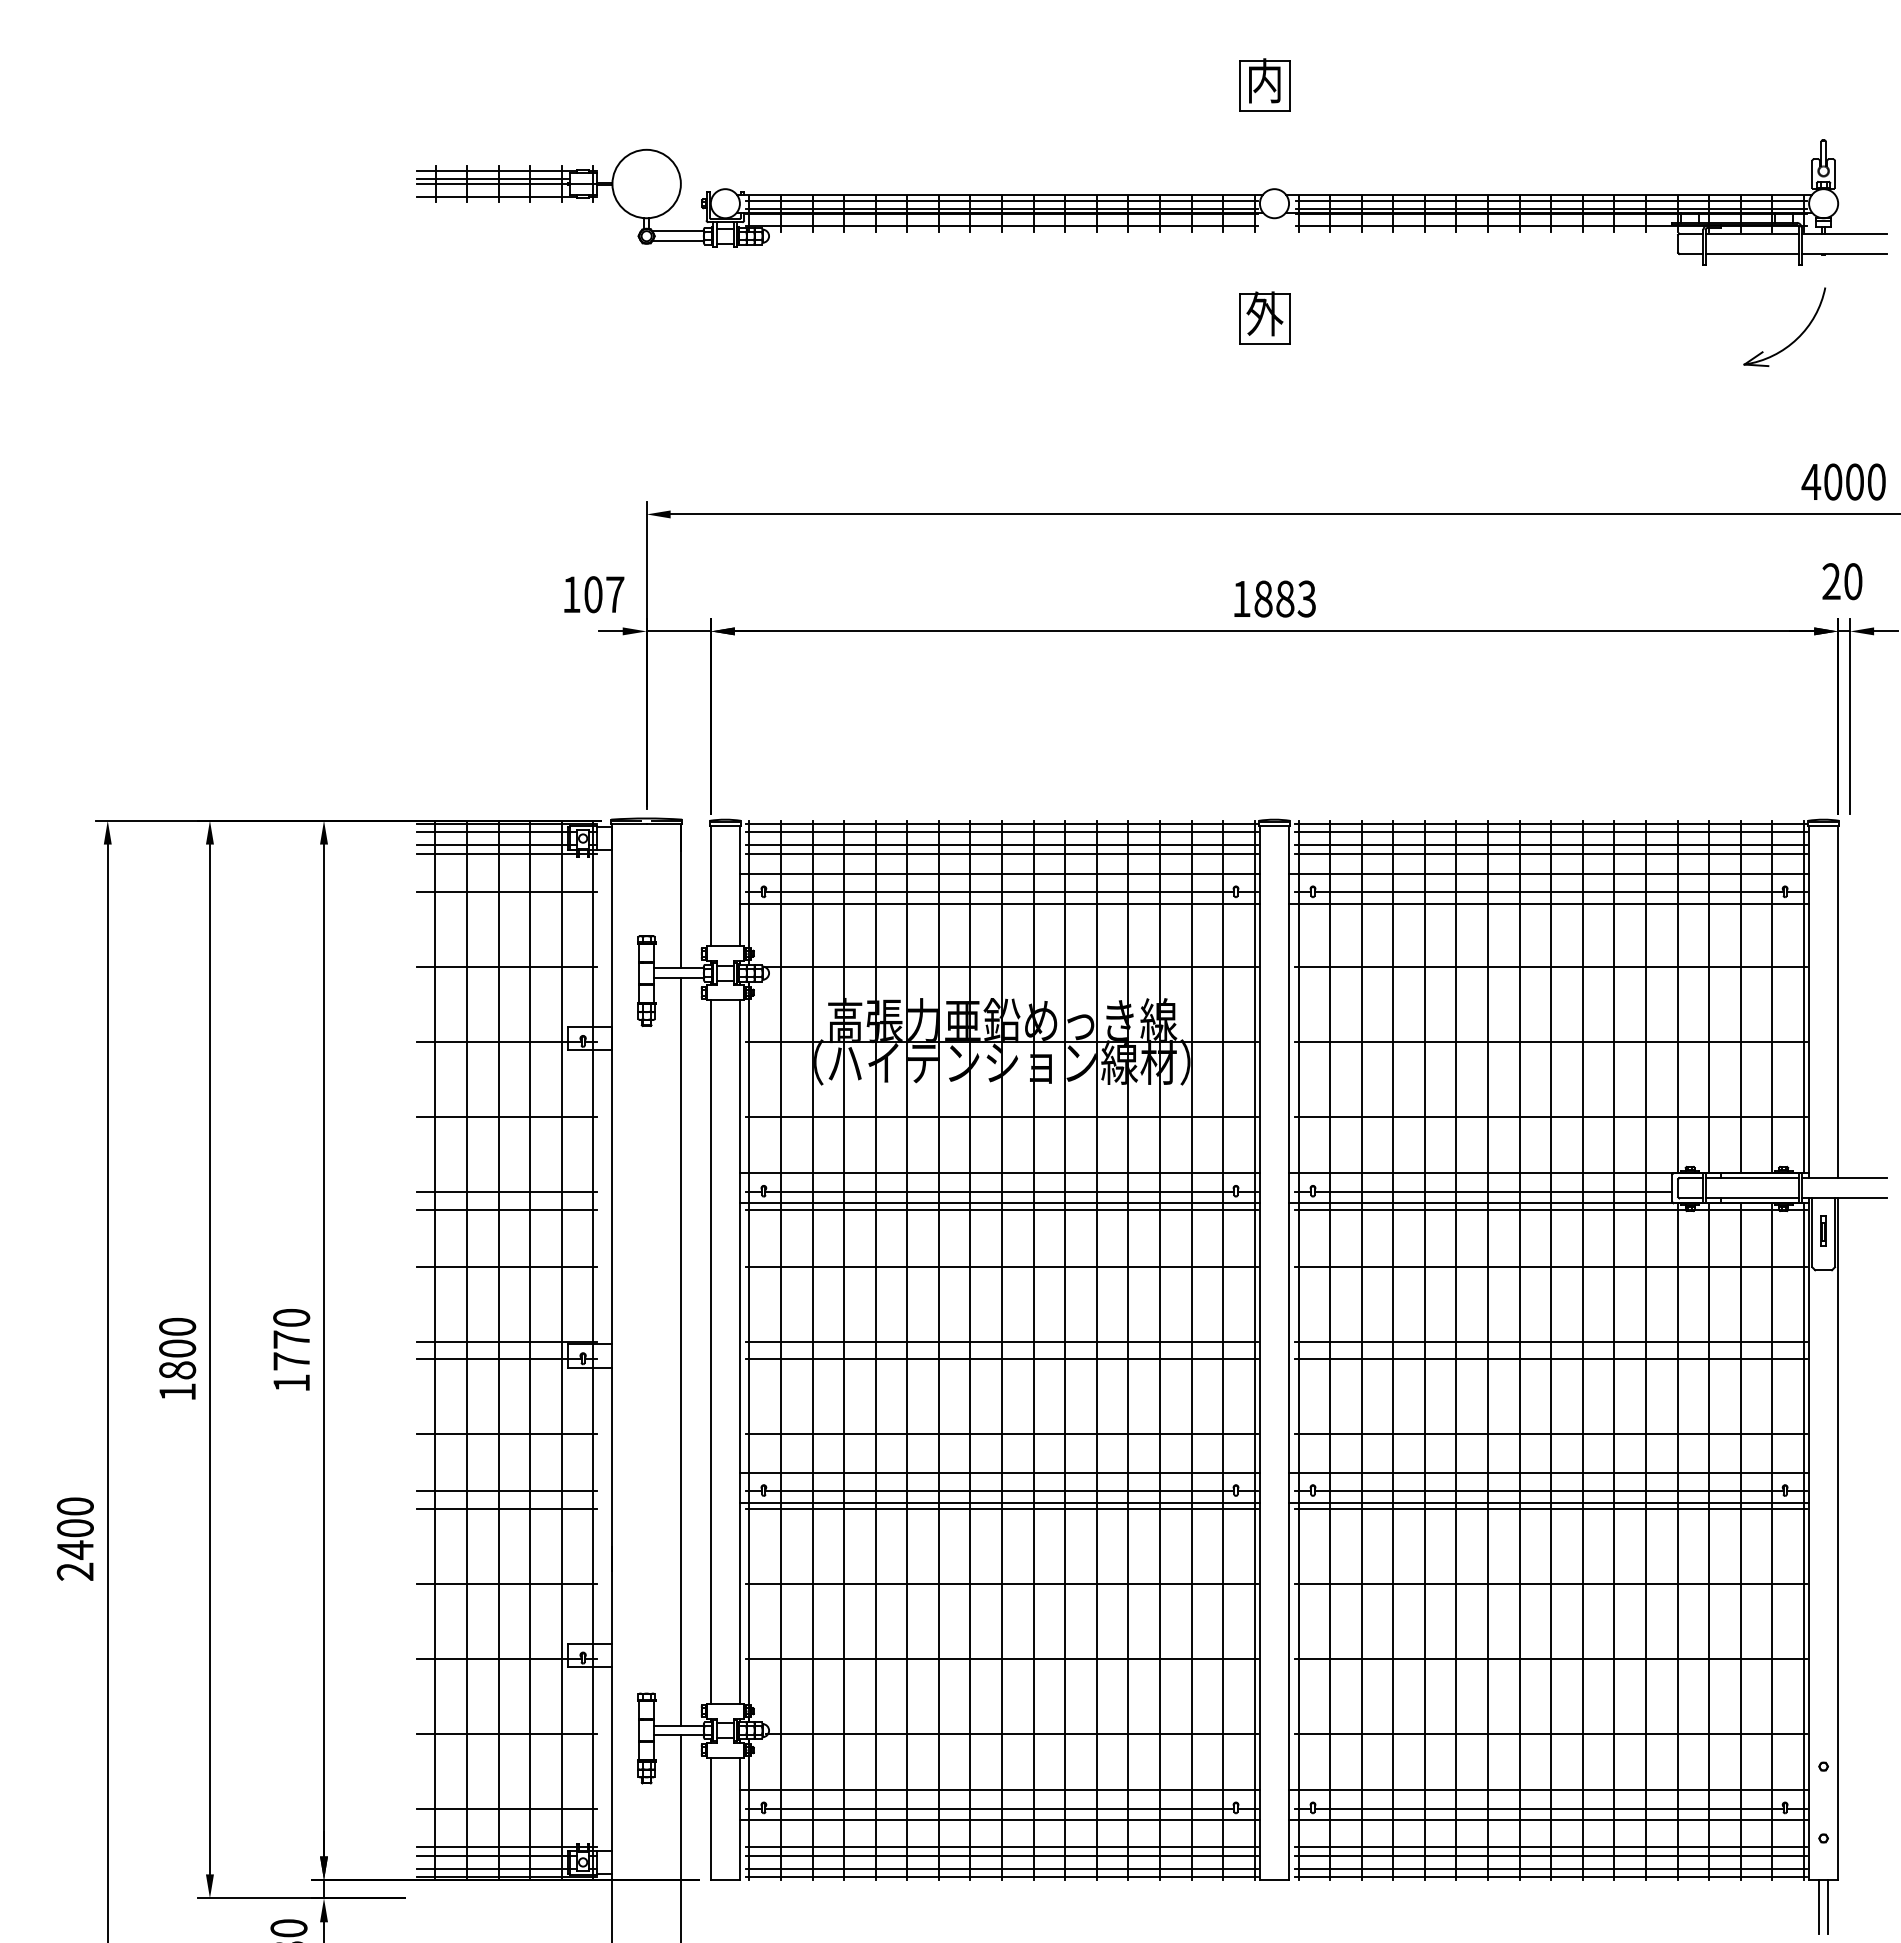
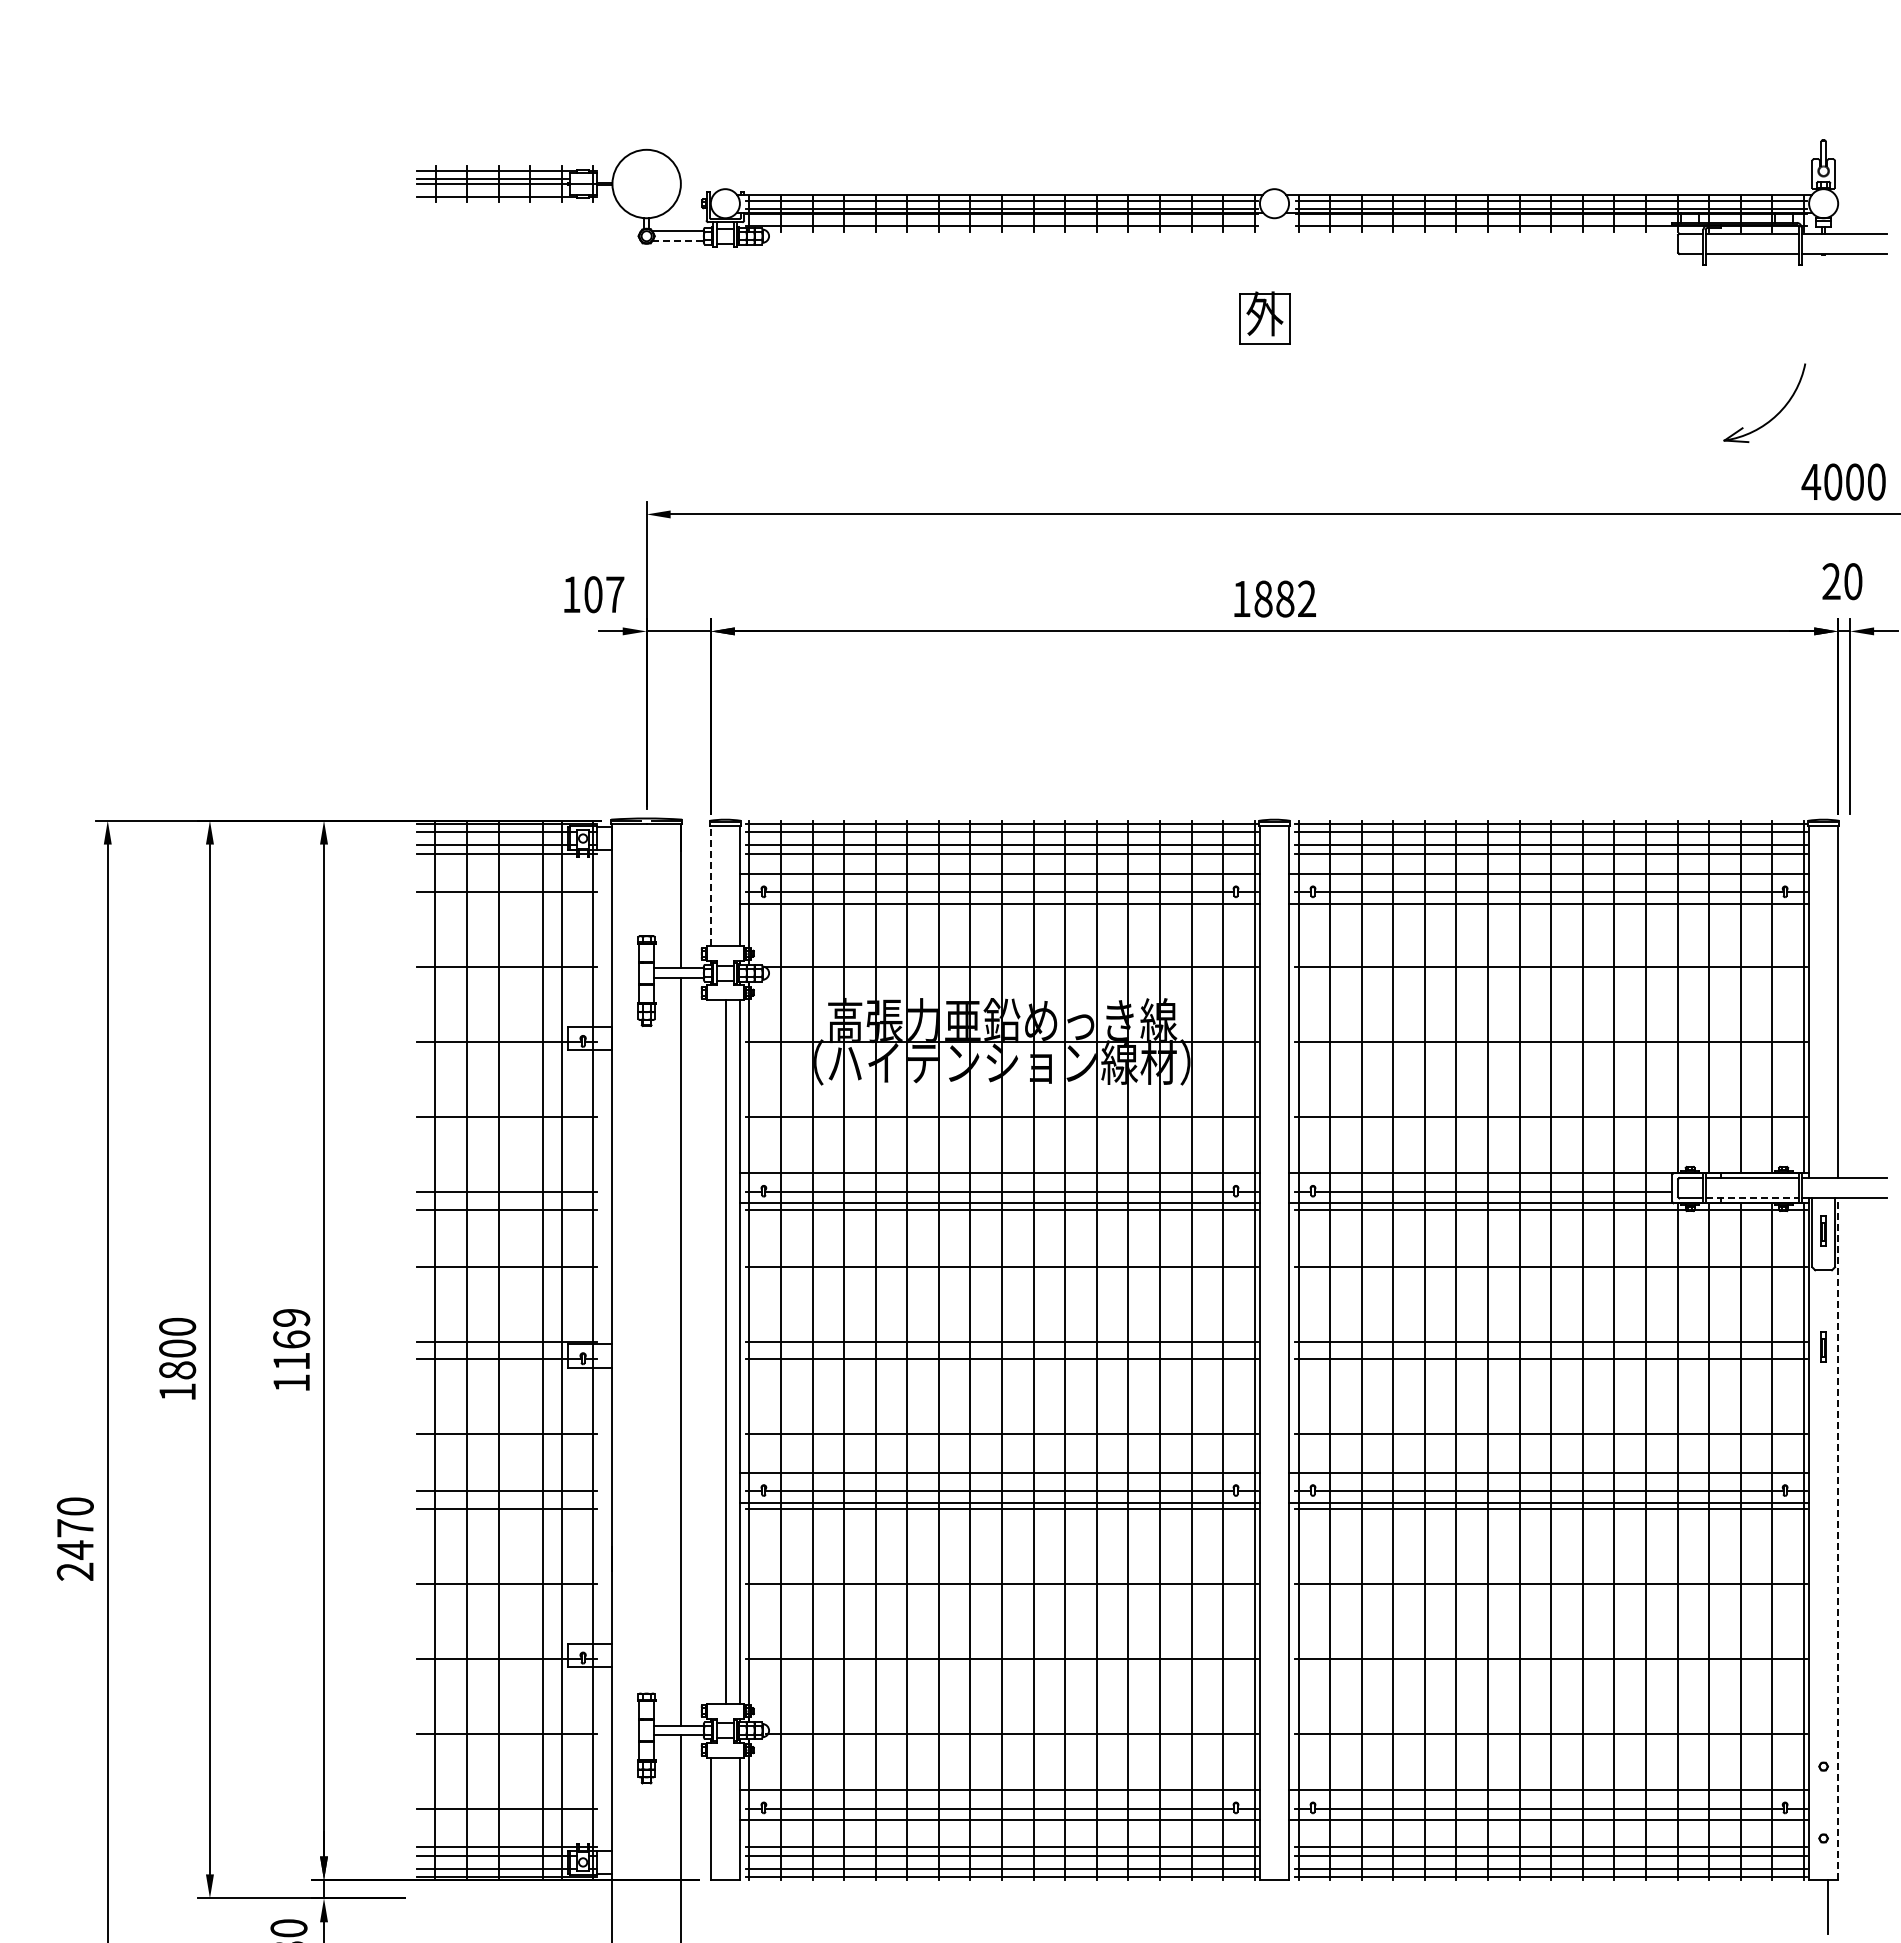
part at (1264, 84): present -> none
line at (678, 241): solid -> dashed
part at (1796, 338) position: (1796, 338) -> (1776, 414)
text at (1306, 599): 1883 -> 1882
line at (710, 885): solid -> dashed
line at (1752, 1198): solid -> dashed
text at (291, 1339): 1770 -> 1169
part at (1823, 1346): none -> present
line at (530, 1350) position: (530, 1350) -> (543, 1350)
line at (710, 1351) position: (710, 1351) -> (725, 1351)
text at (74, 1528): 2400 -> 2470
line at (1838, 1539): solid -> dashed
line at (1818, 1907): present -> none
